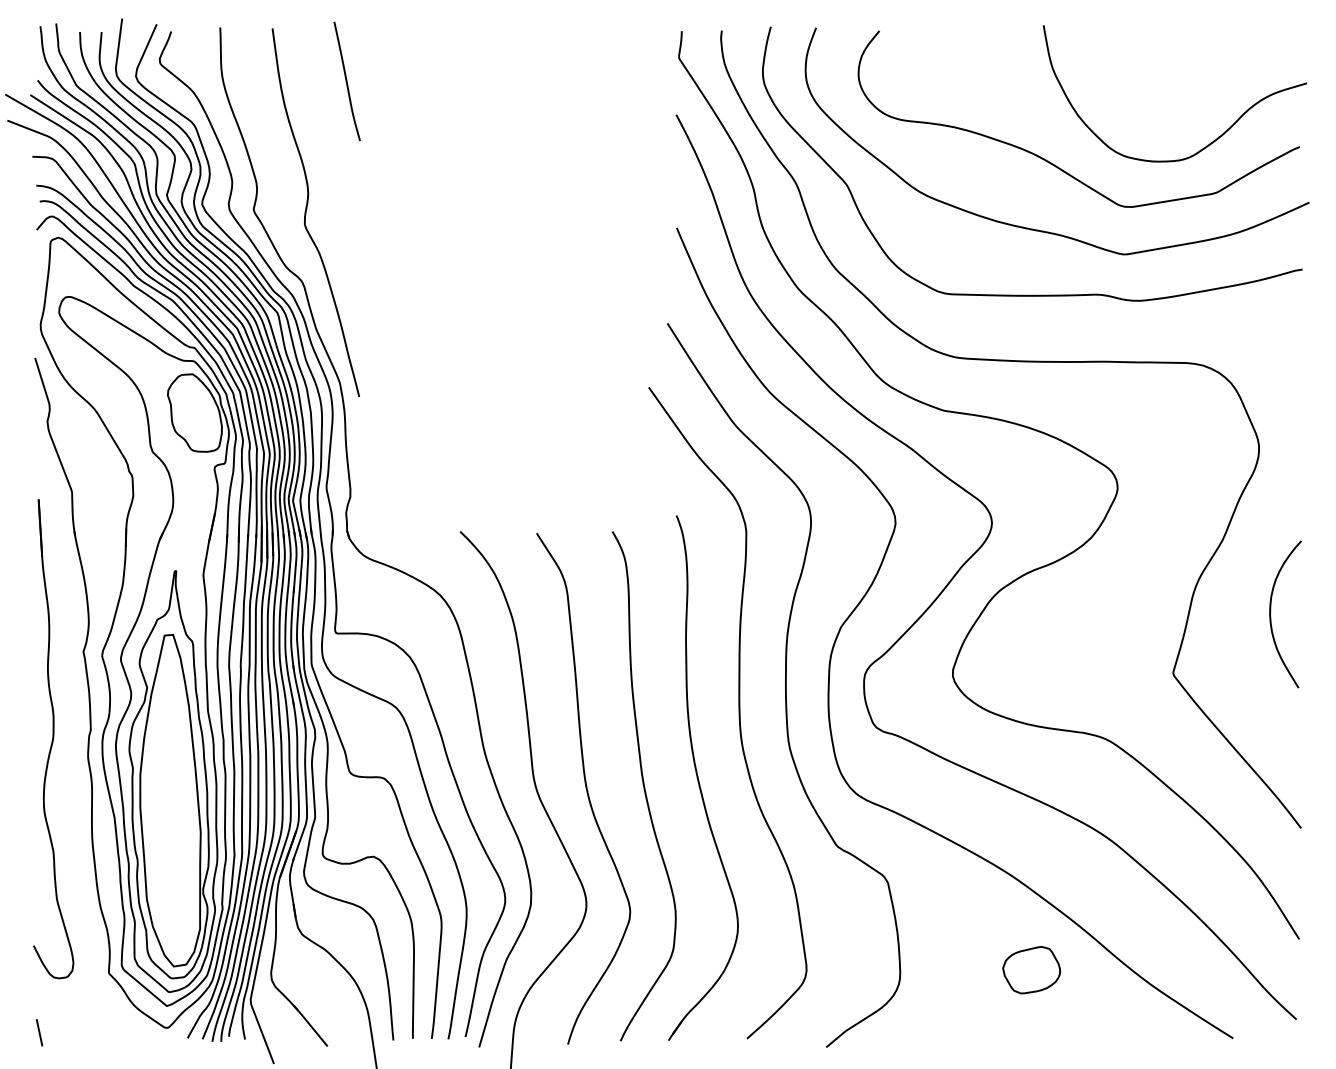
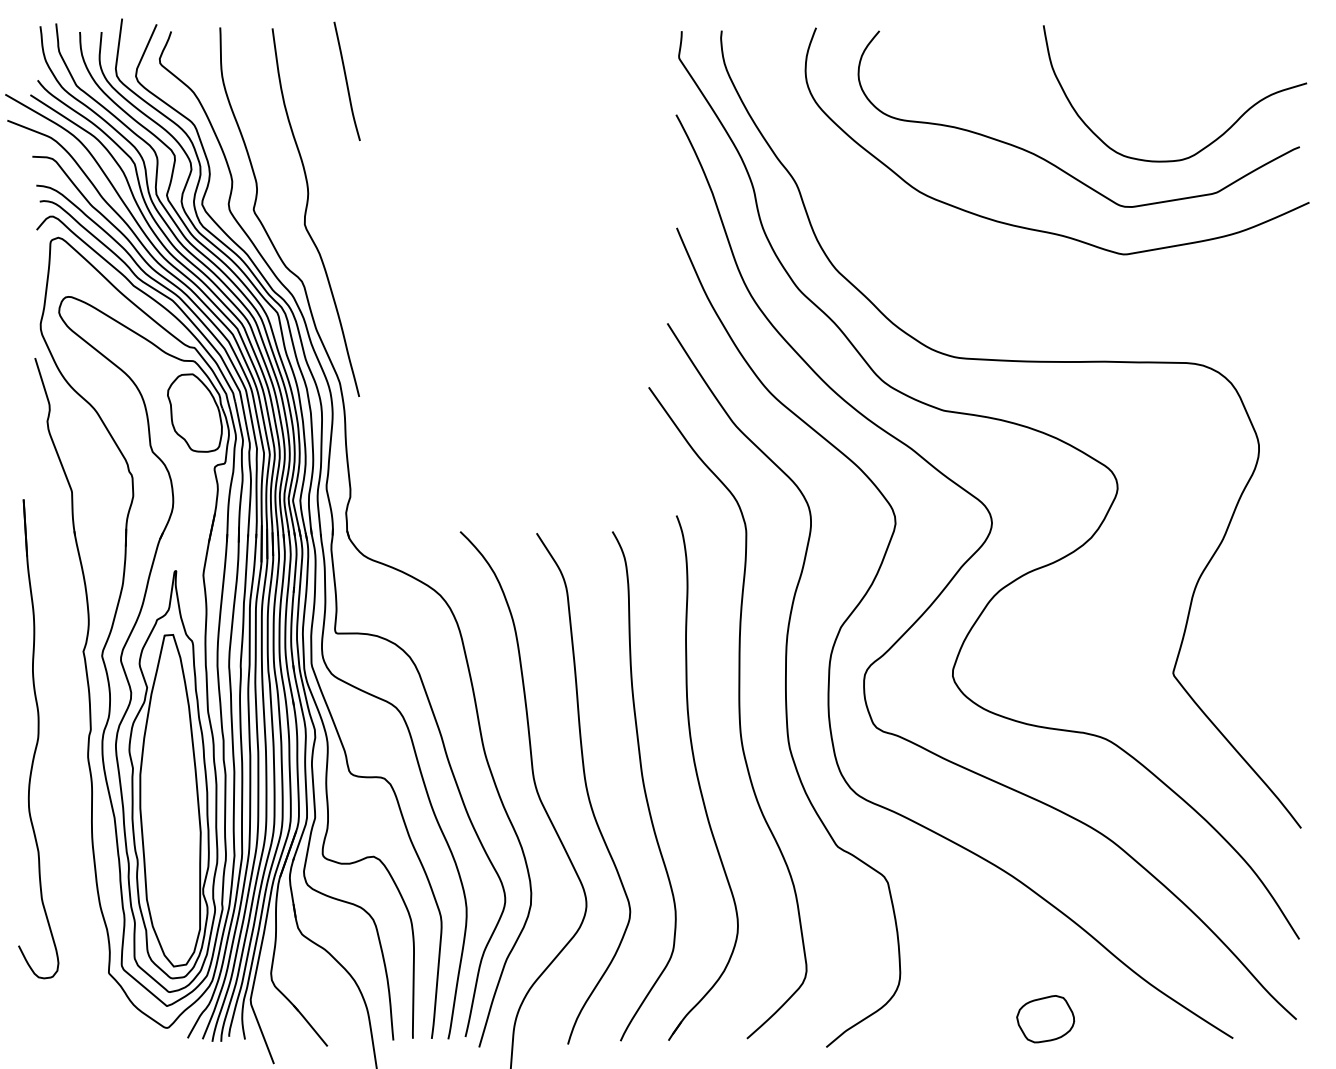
curve at (1030, 294): present -> none
curve at (1271, 616): present -> none
part at (53, 739) position: (53, 739) -> (38, 739)
part at (1031, 970) position: (1031, 970) -> (1045, 1019)
line at (39, 1032): present -> none
